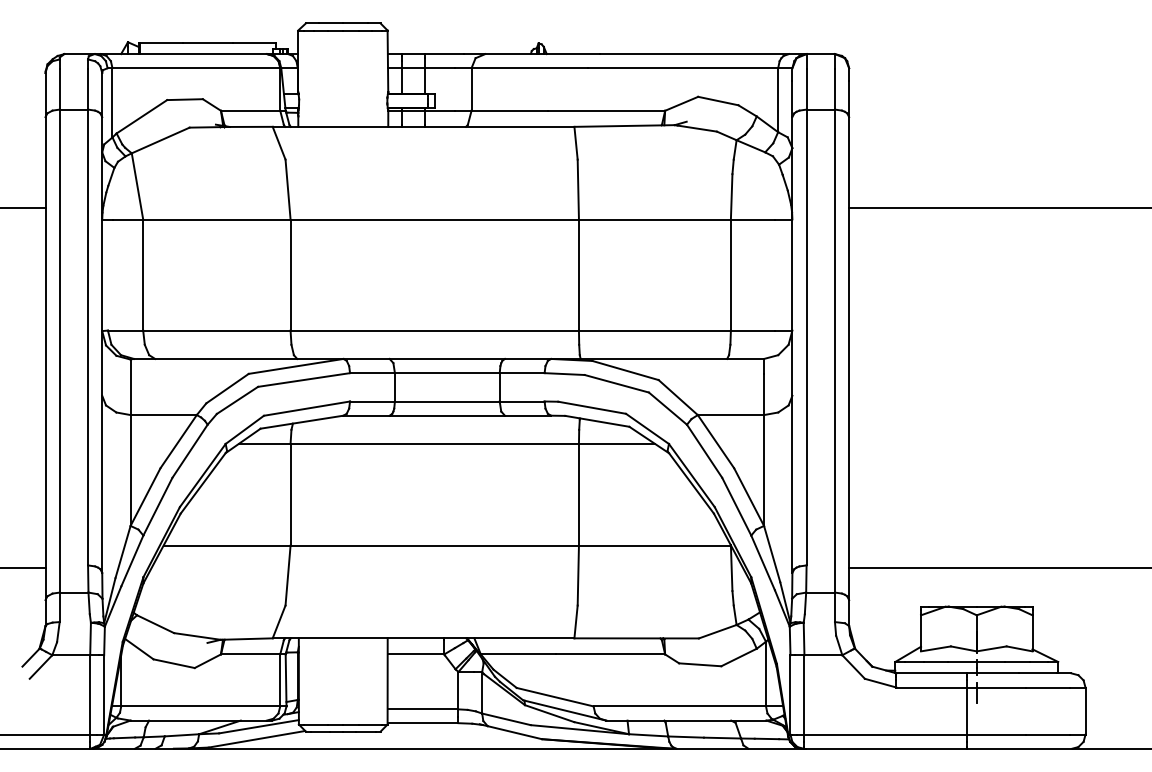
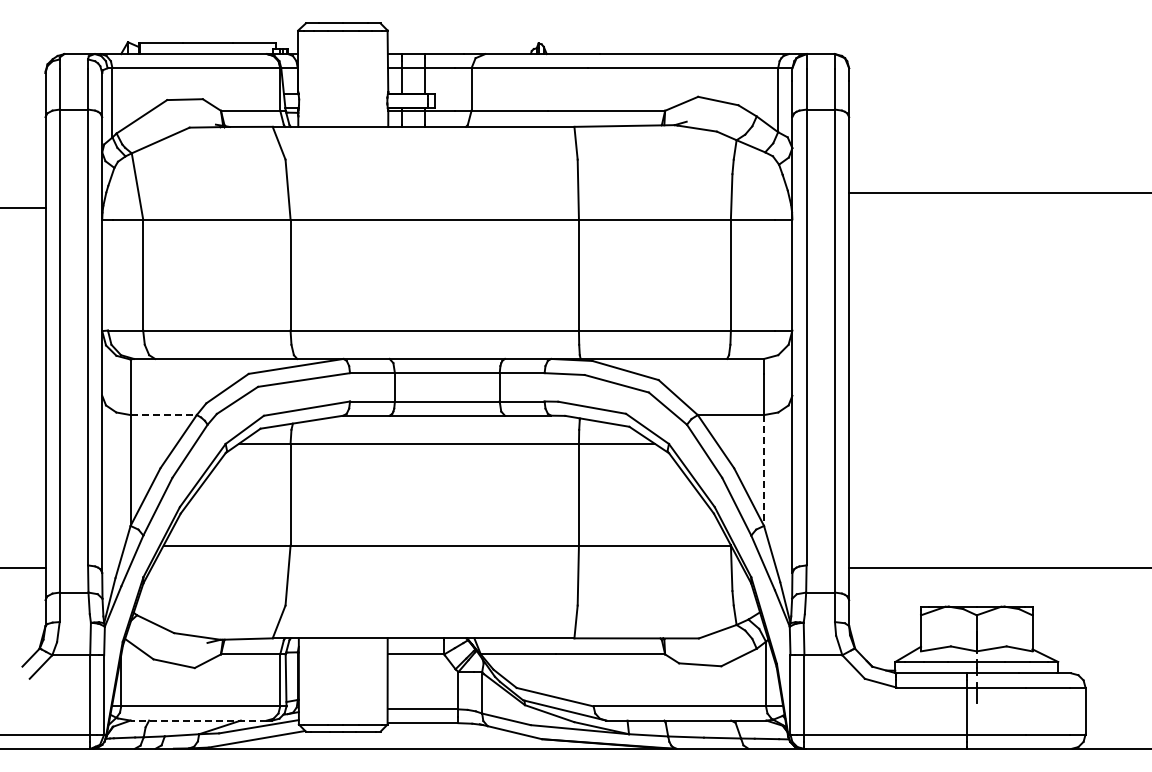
line at (998, 208) position: (998, 208) -> (998, 193)
line at (164, 415): solid -> dashed
line at (764, 471): solid -> dashed
line at (198, 720): solid -> dashed
